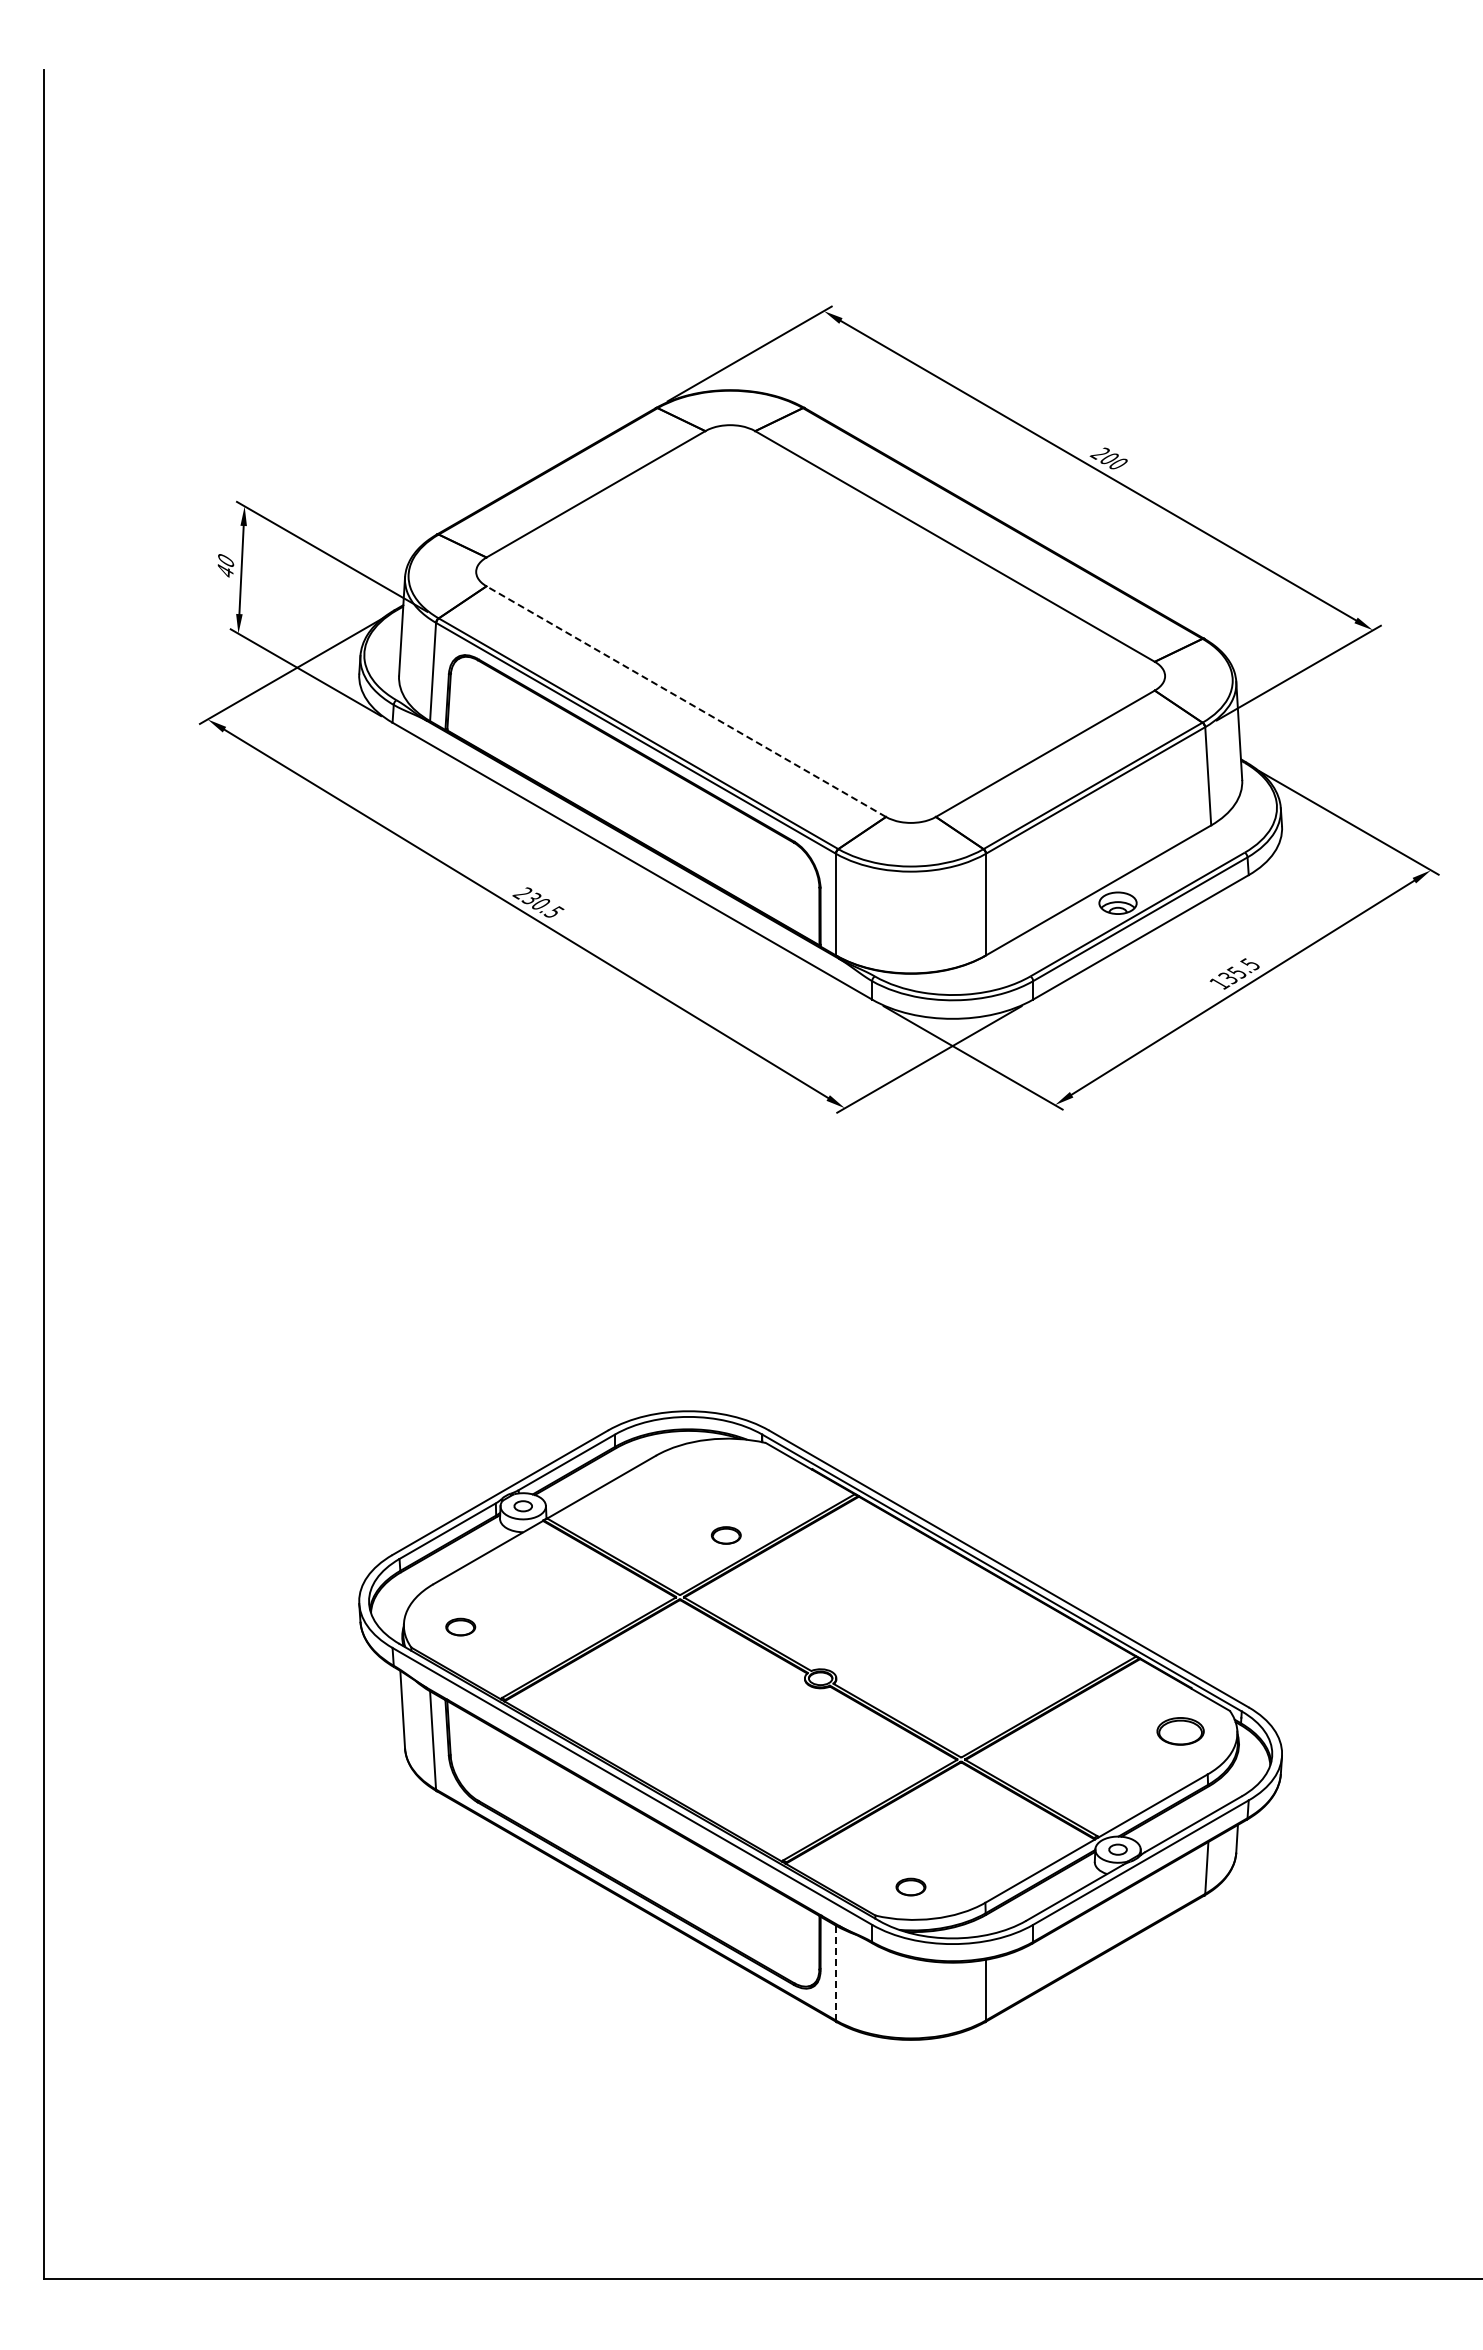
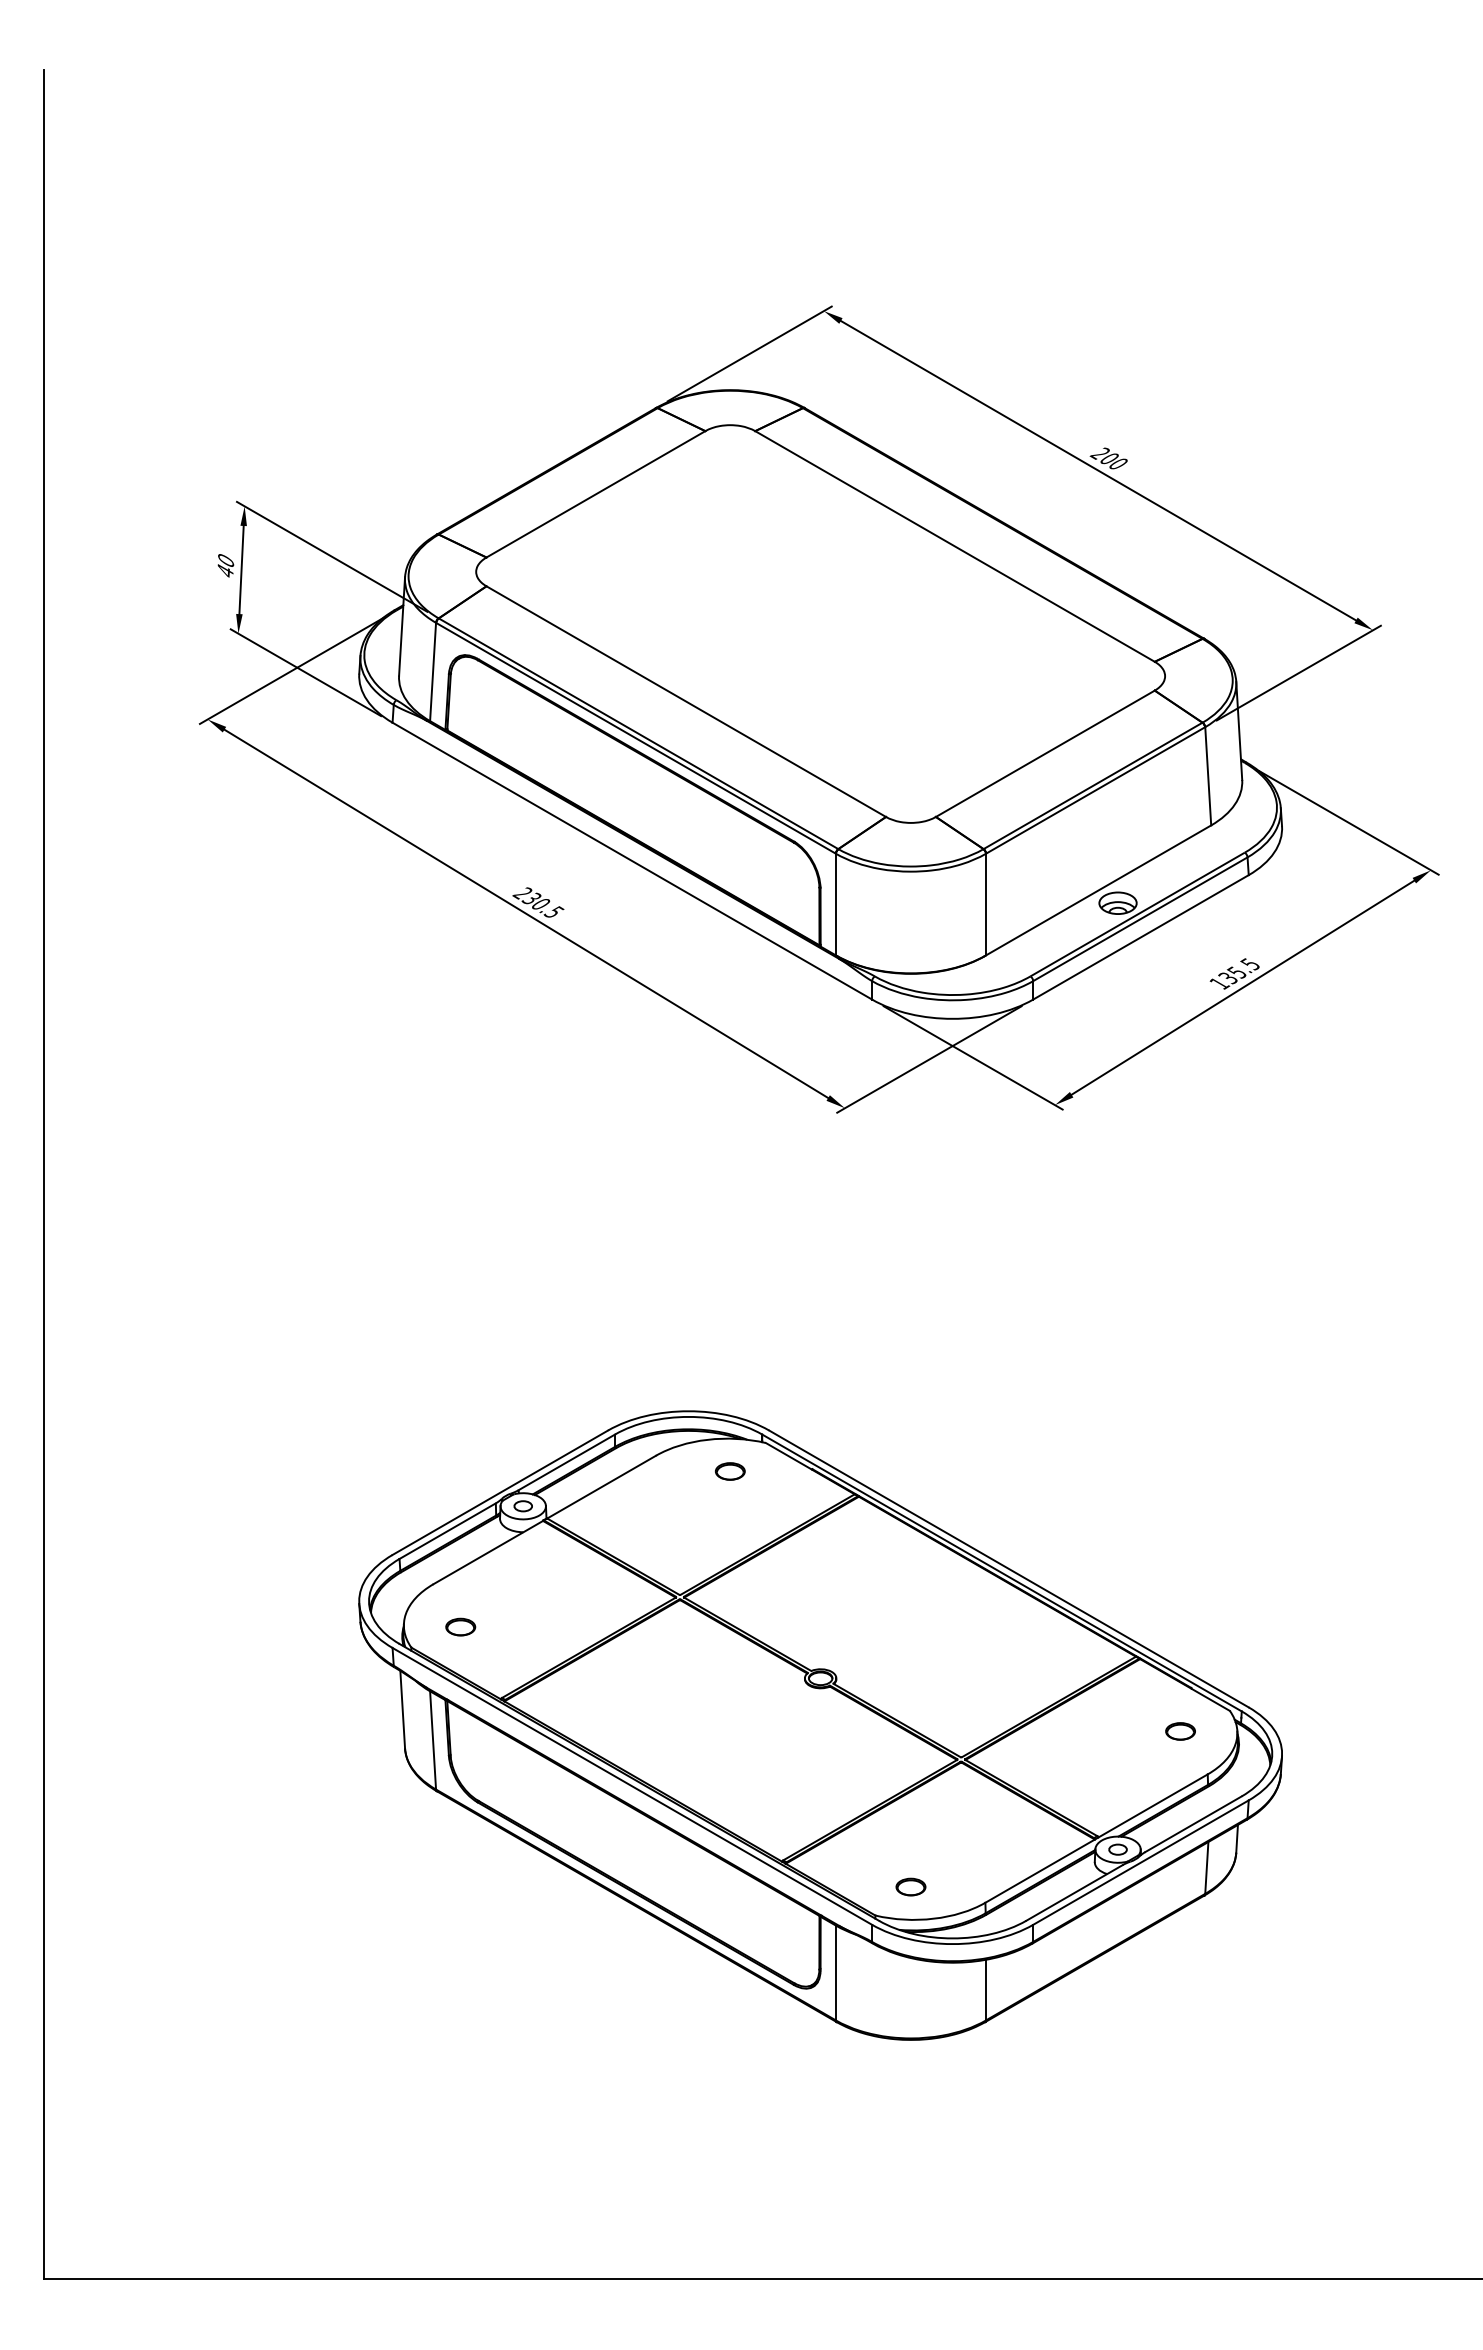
line at (686, 701): dashed -> solid
part at (725, 1535) position: (725, 1535) -> (729, 1471)
part at (1180, 1731) size: 49x29 px -> 31x19 px
line at (835, 1973): dashed -> solid
